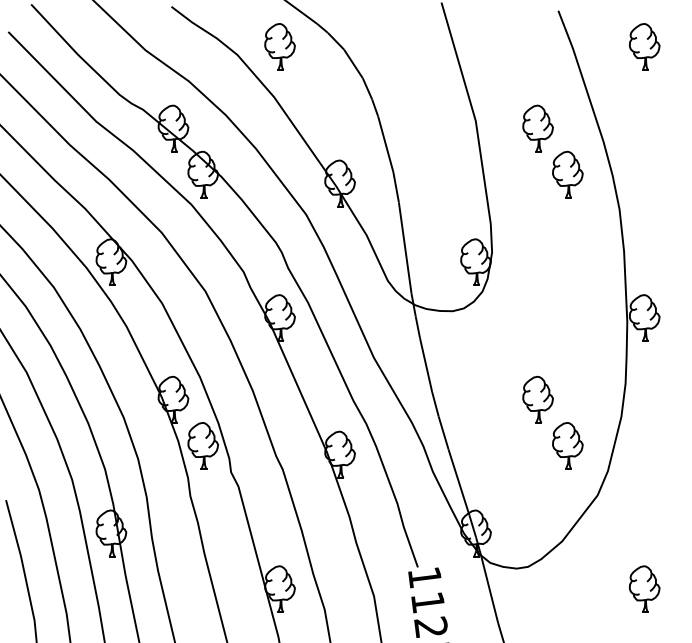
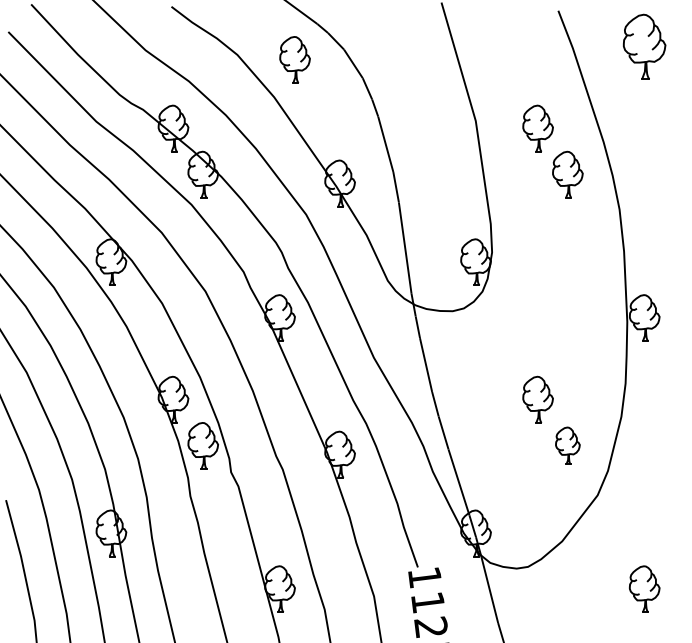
part at (279, 46) position: (279, 46) -> (294, 59)
part at (644, 46) size: 32x48 px -> 44x67 px
part at (567, 445) size: 32x48 px -> 26x39 px
